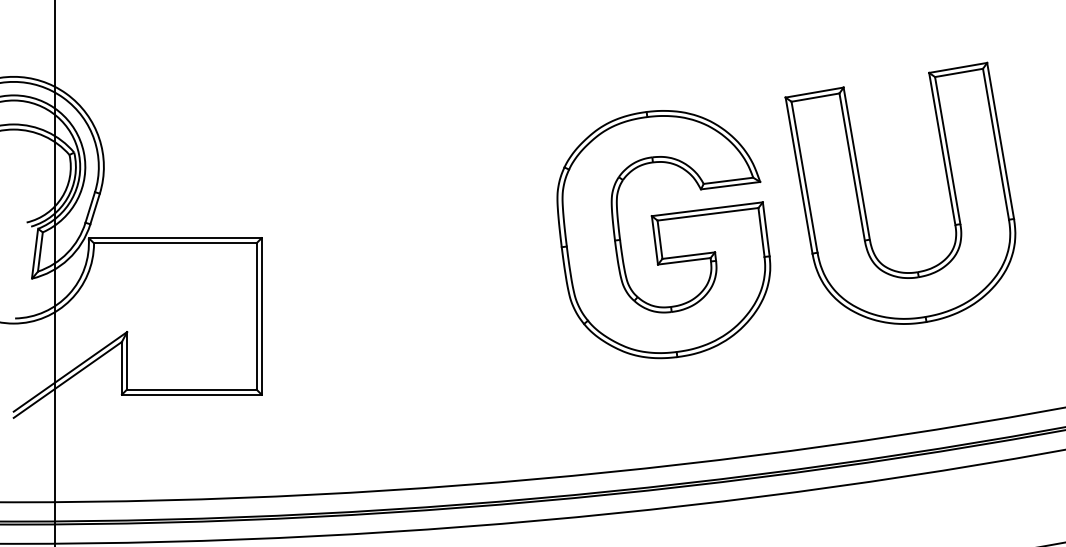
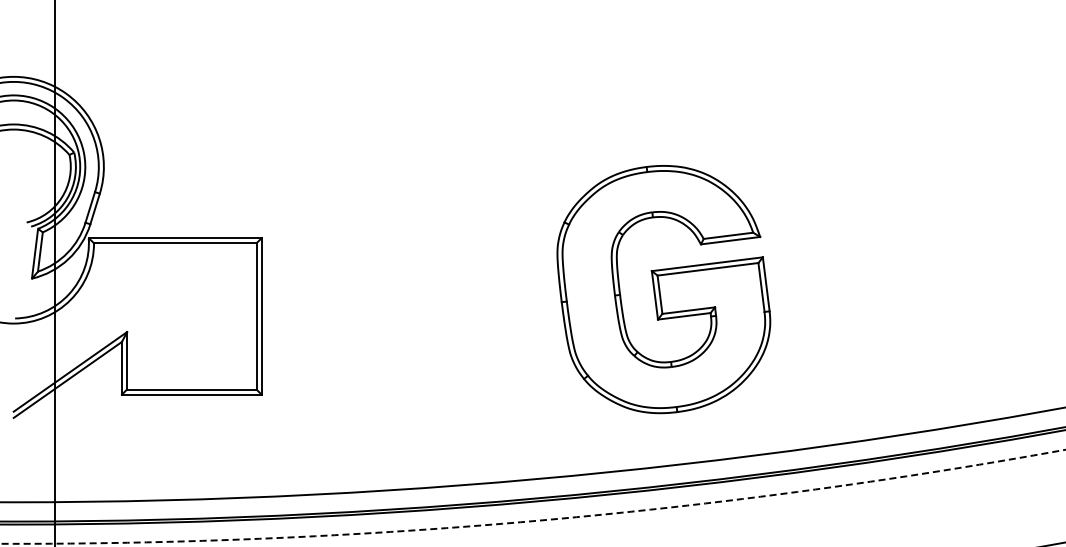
part at (864, 201): present -> none
part at (663, 234) position: (663, 234) -> (663, 289)
circle at (532, 496): solid -> dashed
